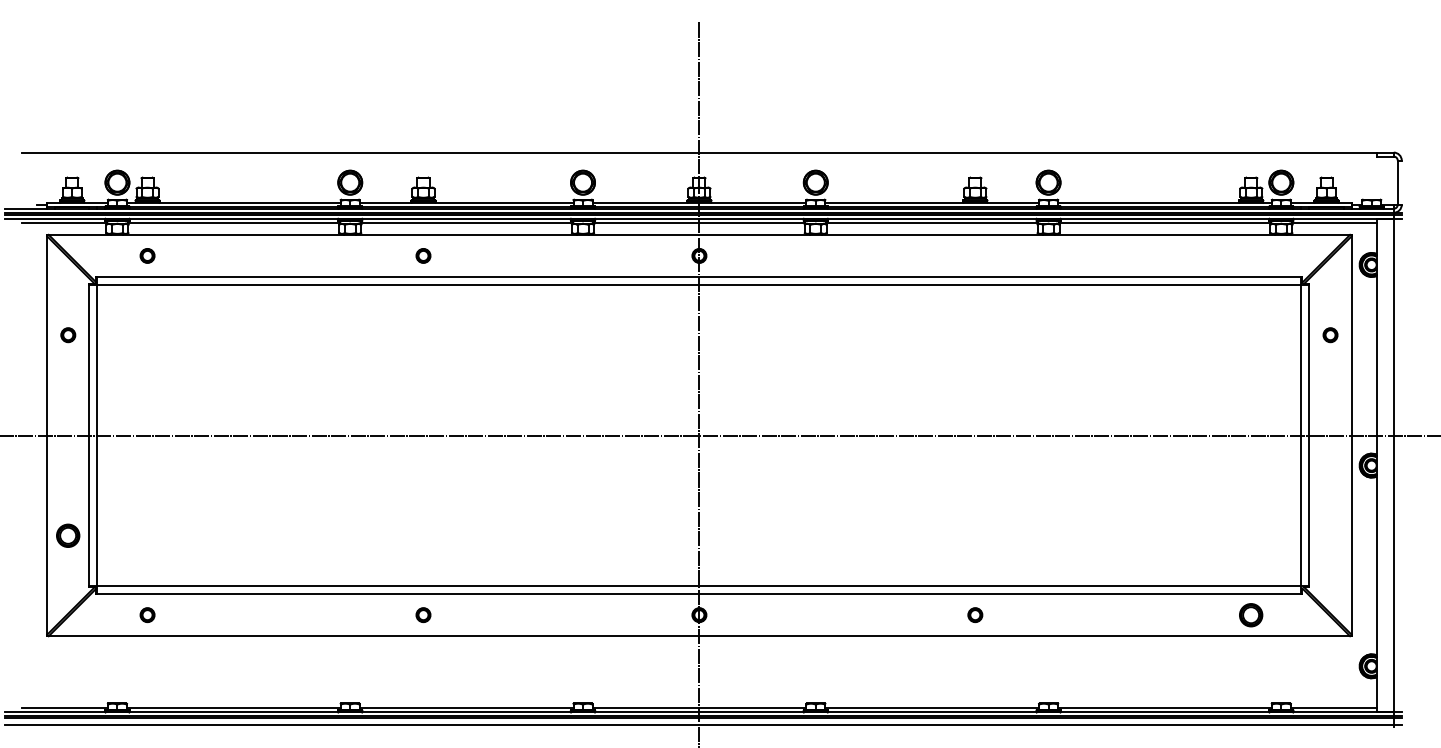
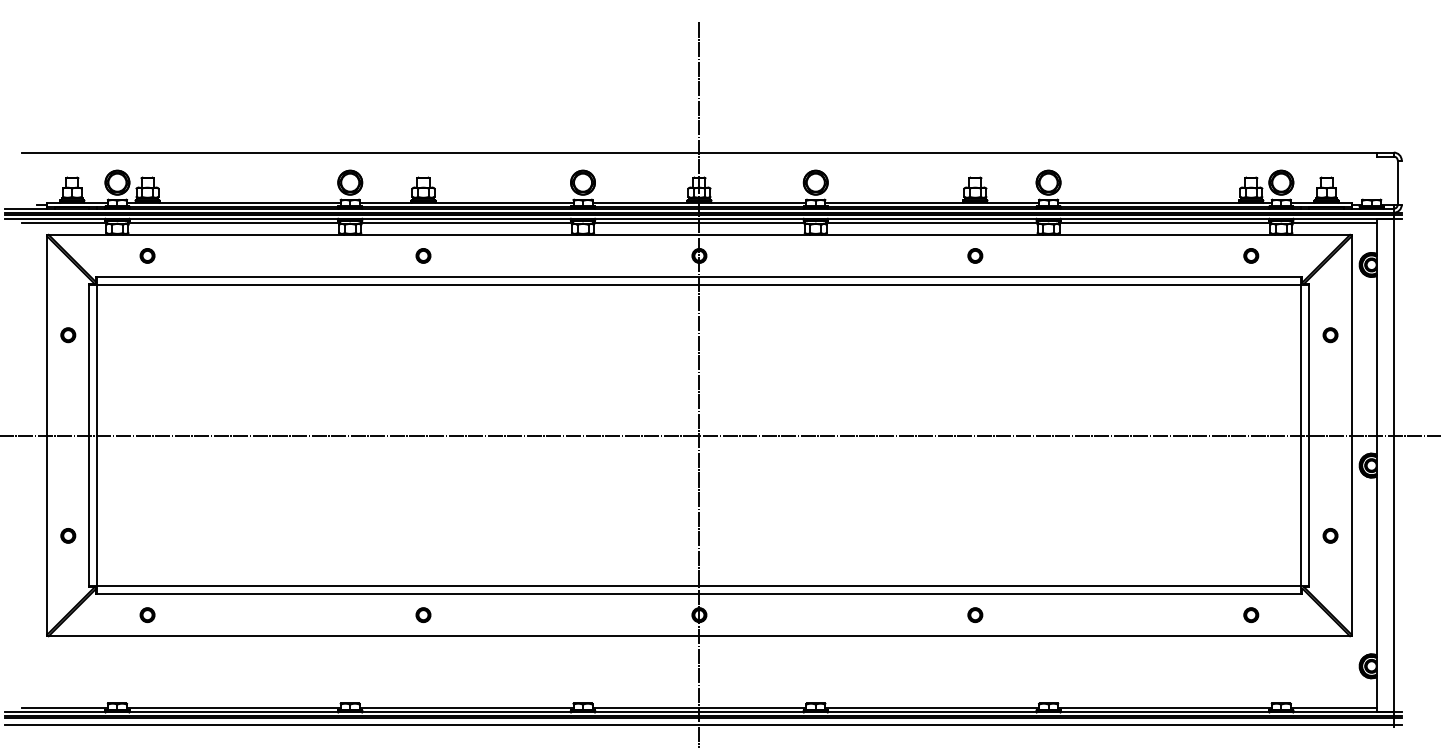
part at (975, 255): none -> present
part at (1251, 255): none -> present
part at (68, 535) size: 25x25 px -> 17x16 px
part at (1330, 535): none -> present
part at (1251, 615) size: 25x25 px -> 17x16 px
